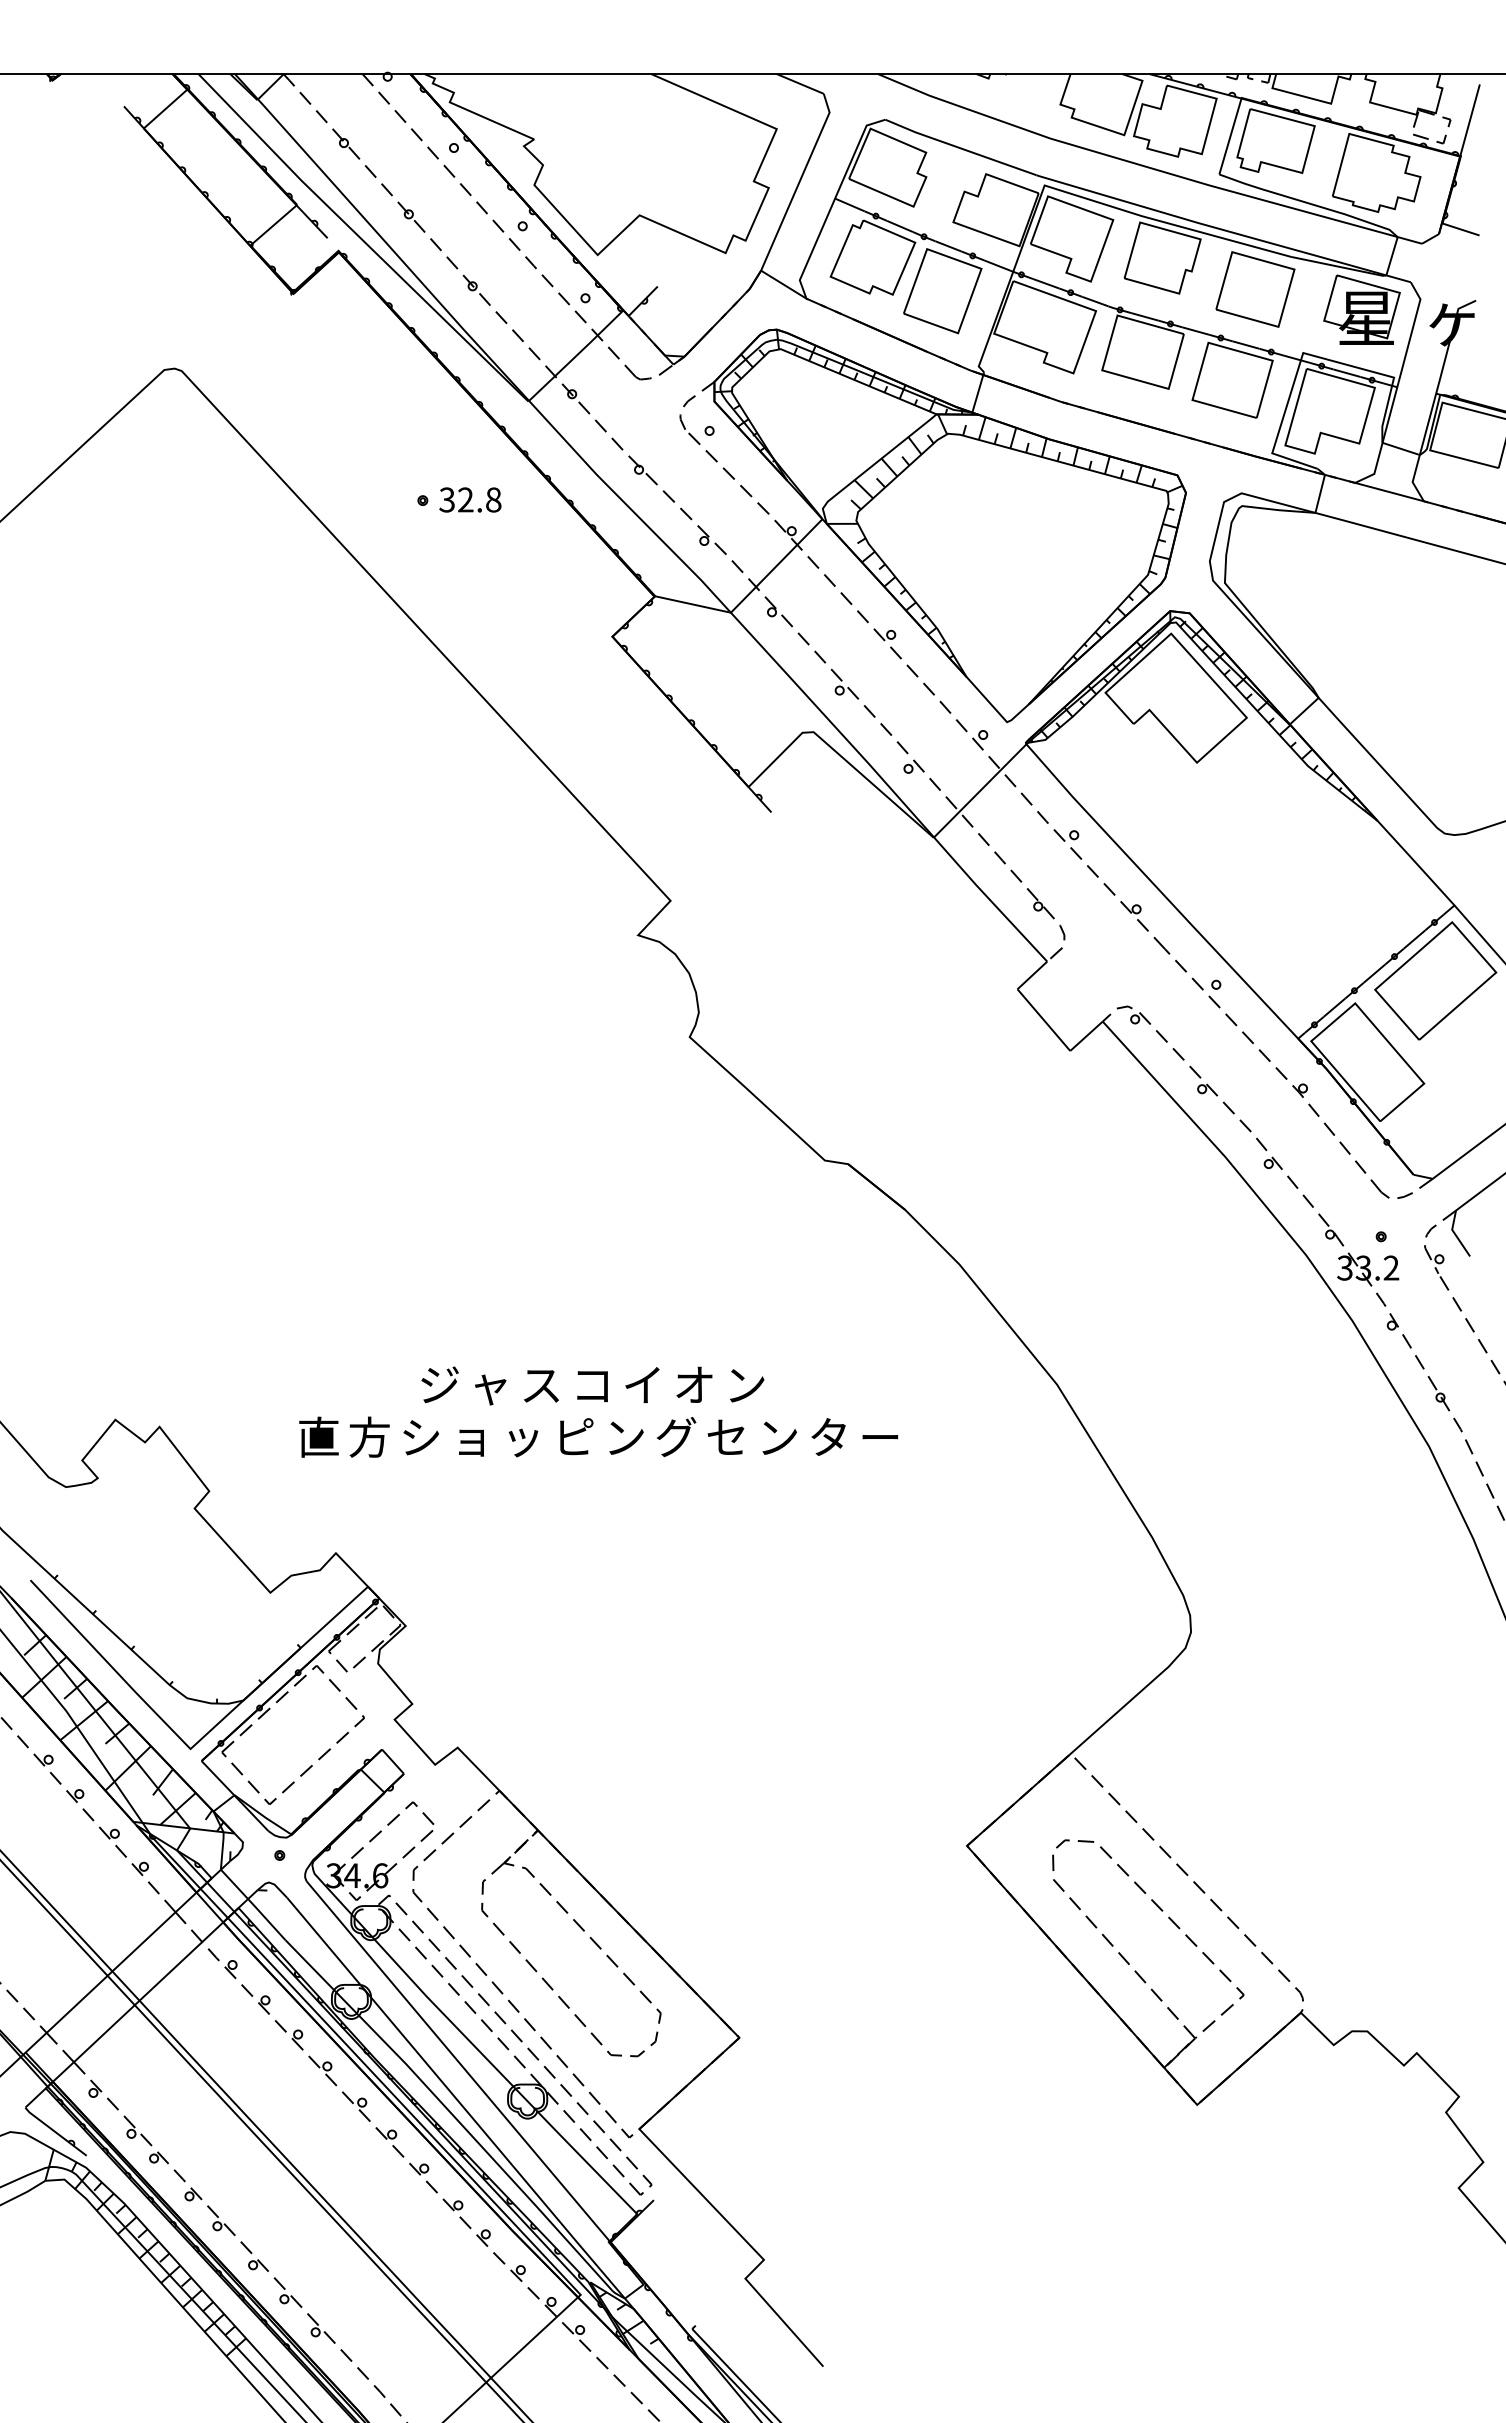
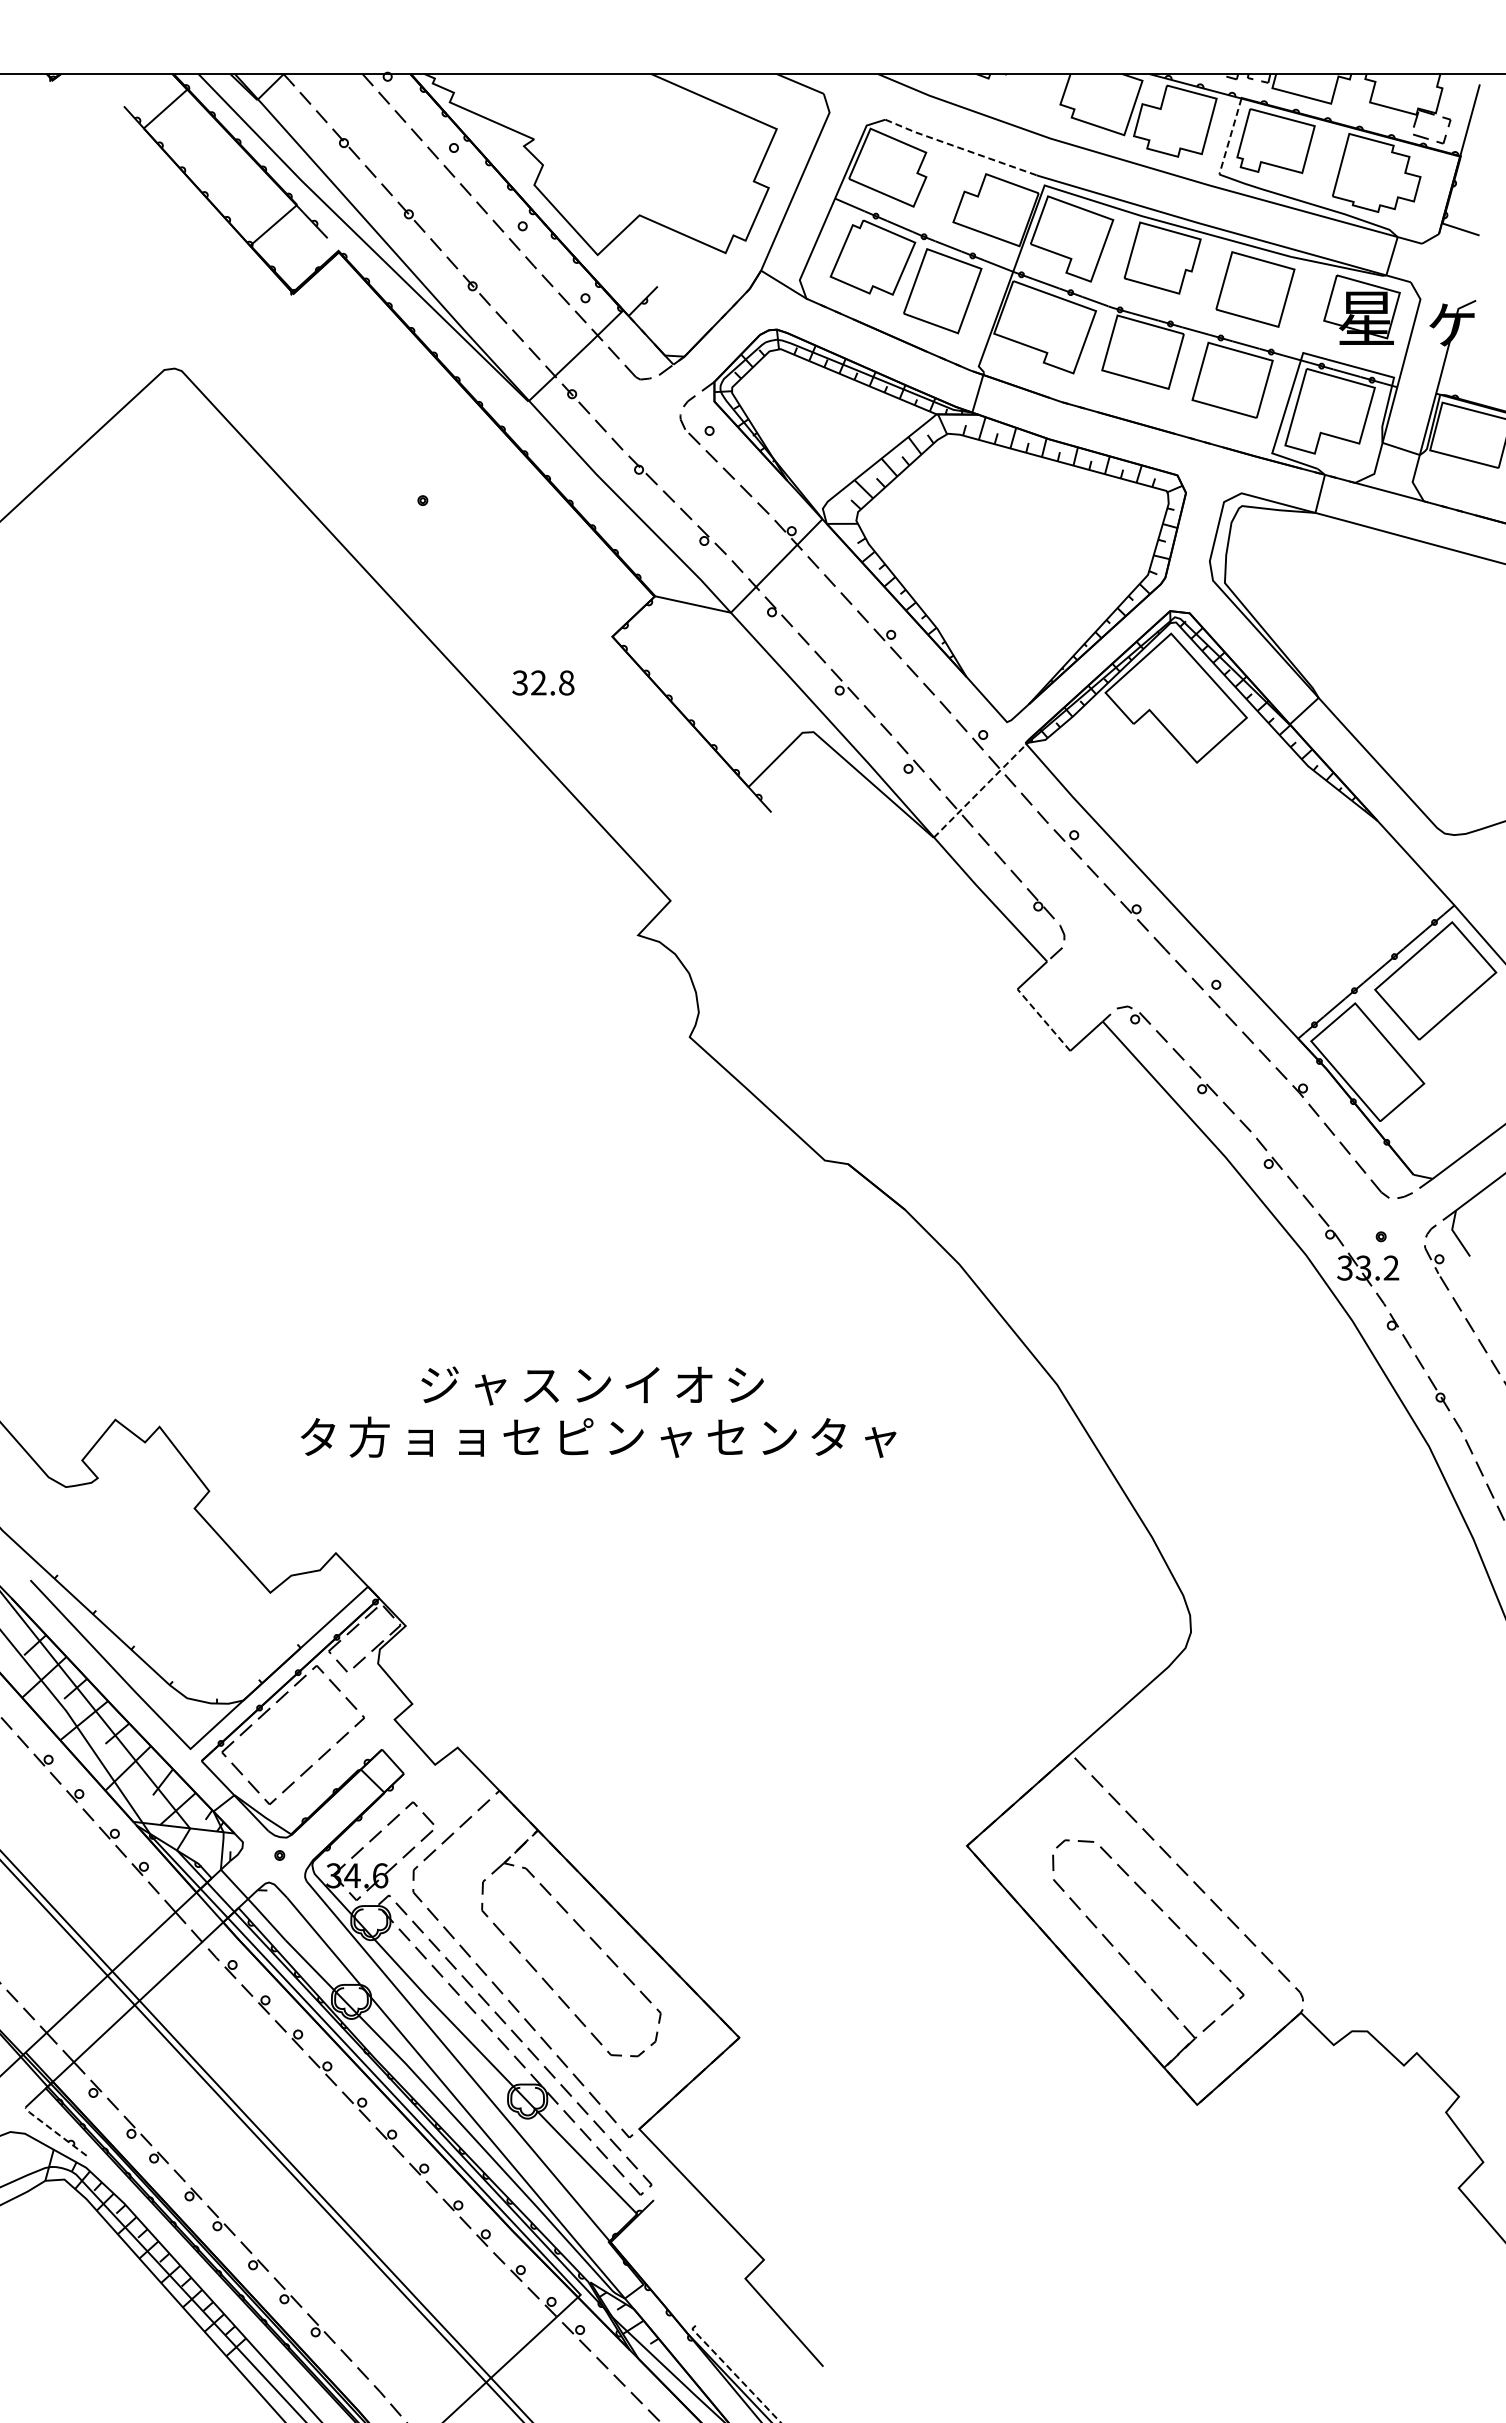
line at (1230, 136): solid -> dashed
line at (960, 148): solid -> dashed
text at (470, 499) position: (470, 499) -> (543, 682)
line at (980, 790): solid -> dashed
line at (1043, 1020): solid -> dashed
text at (746, 1384): ン -> シ
text at (593, 1385): コ -> ン
text at (318, 1436): 直 -> タ
text at (676, 1437): グ -> ャ
text at (420, 1438): シ -> ョ
text at (521, 1438): ッ -> セ
text at (880, 1442): ー -> ャ
line at (54, 2131): solid -> dashed
line at (736, 2375): solid -> dashed
